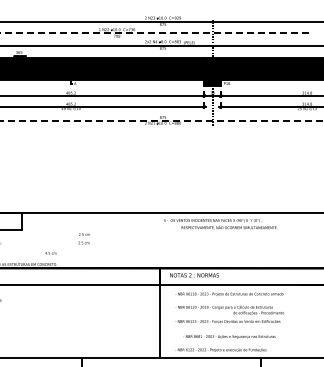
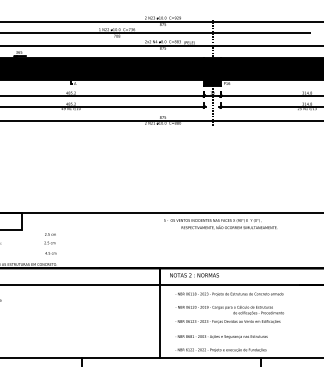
line at (156, 33): dashed -> solid
line at (162, 121): dashed -> solid
text at (83, 238) position: (83, 238) -> (49, 238)
text at (229, 336) position: (229, 336) -> (221, 336)
